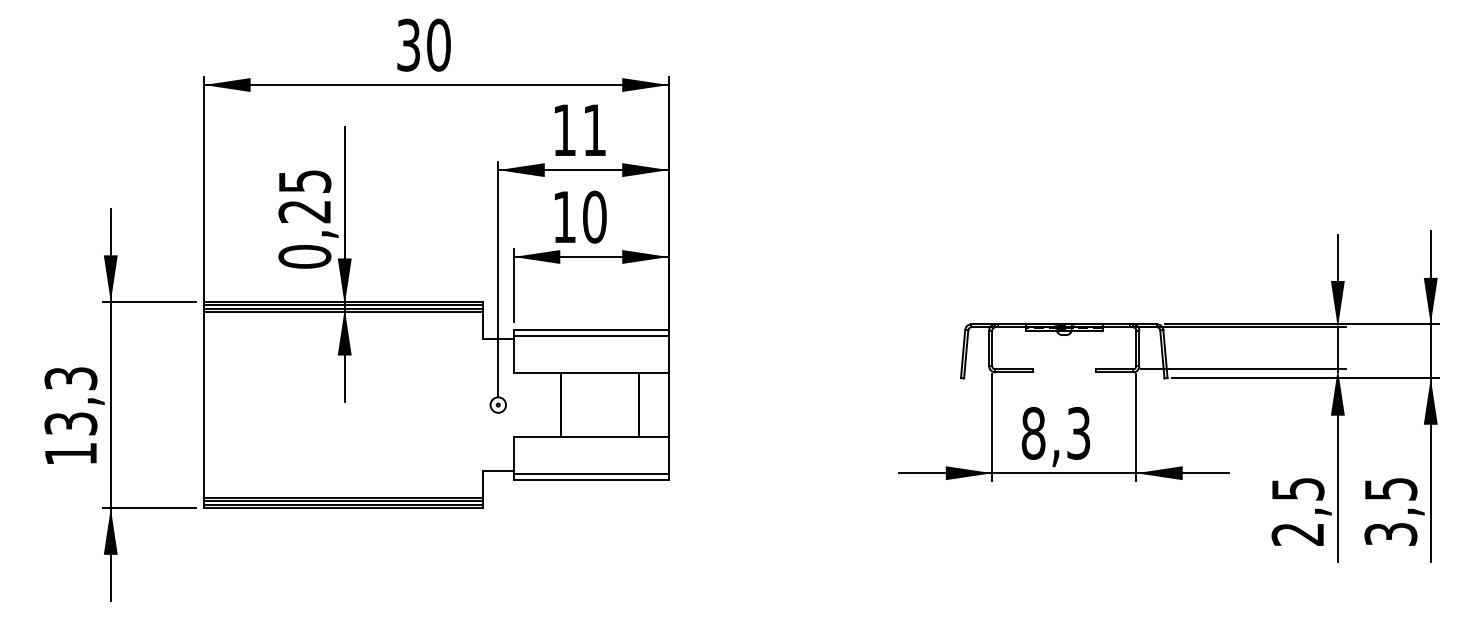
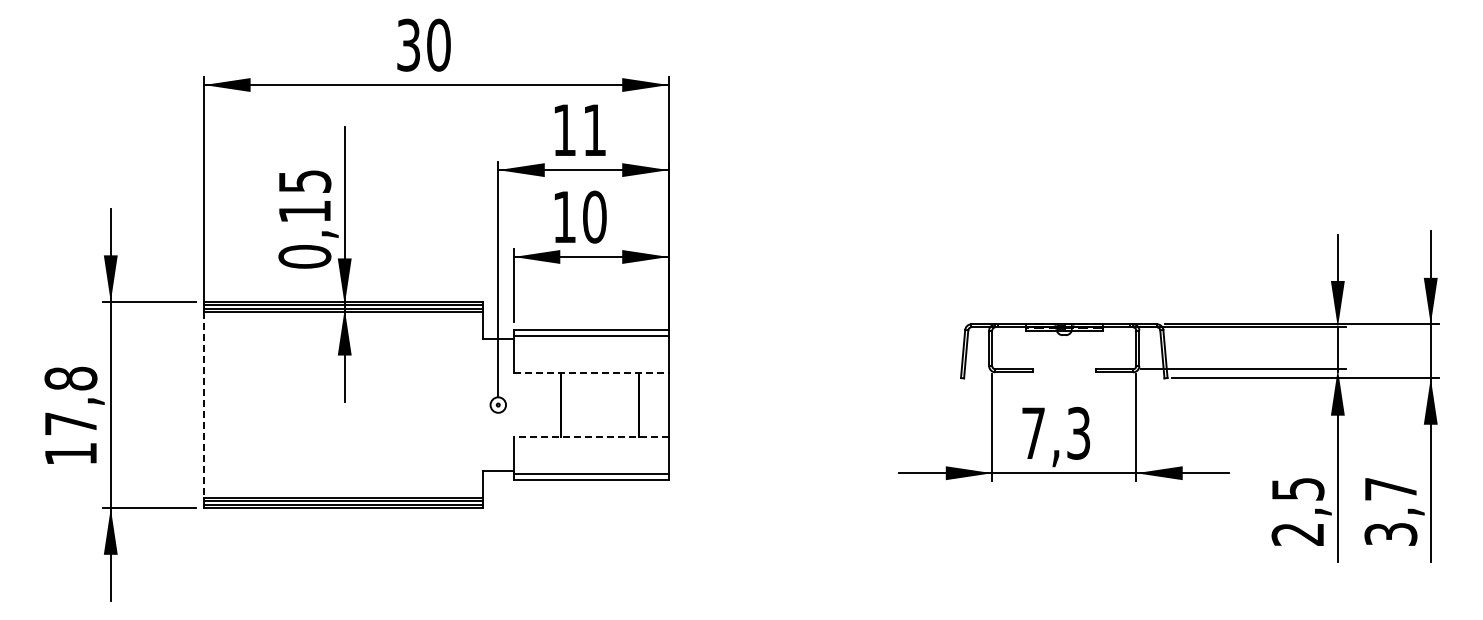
text at (304, 212): 0,25 -> 0,15
line at (591, 373): solid -> dashed
text at (70, 400): 13,3 -> 17,8
line at (204, 405): solid -> dashed
text at (1033, 432): 8,3 -> 7,3
line at (590, 436): solid -> dashed
text at (1391, 489): 3,5 -> 3,7
